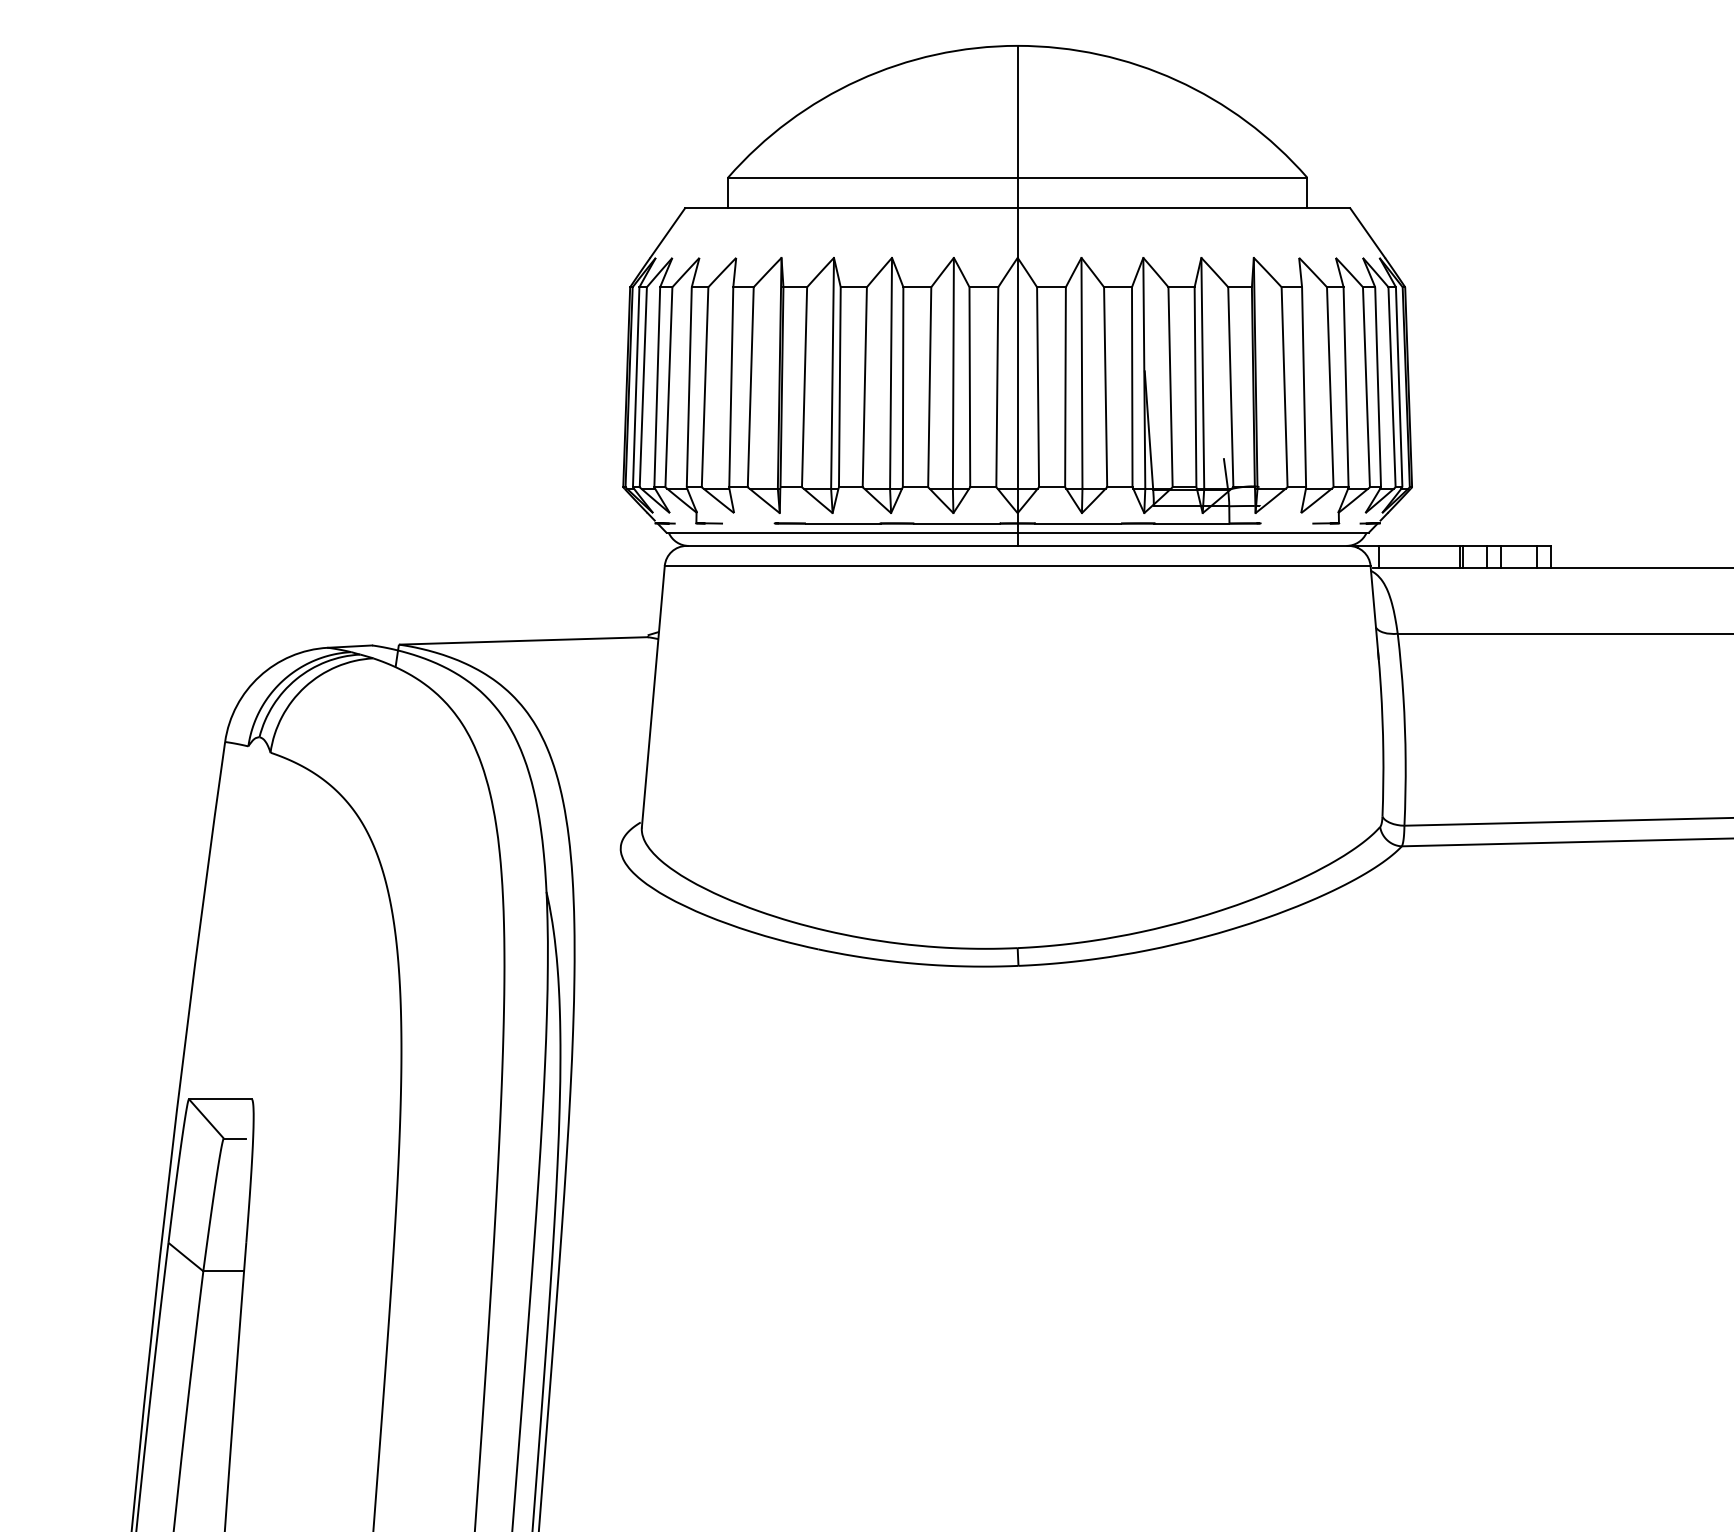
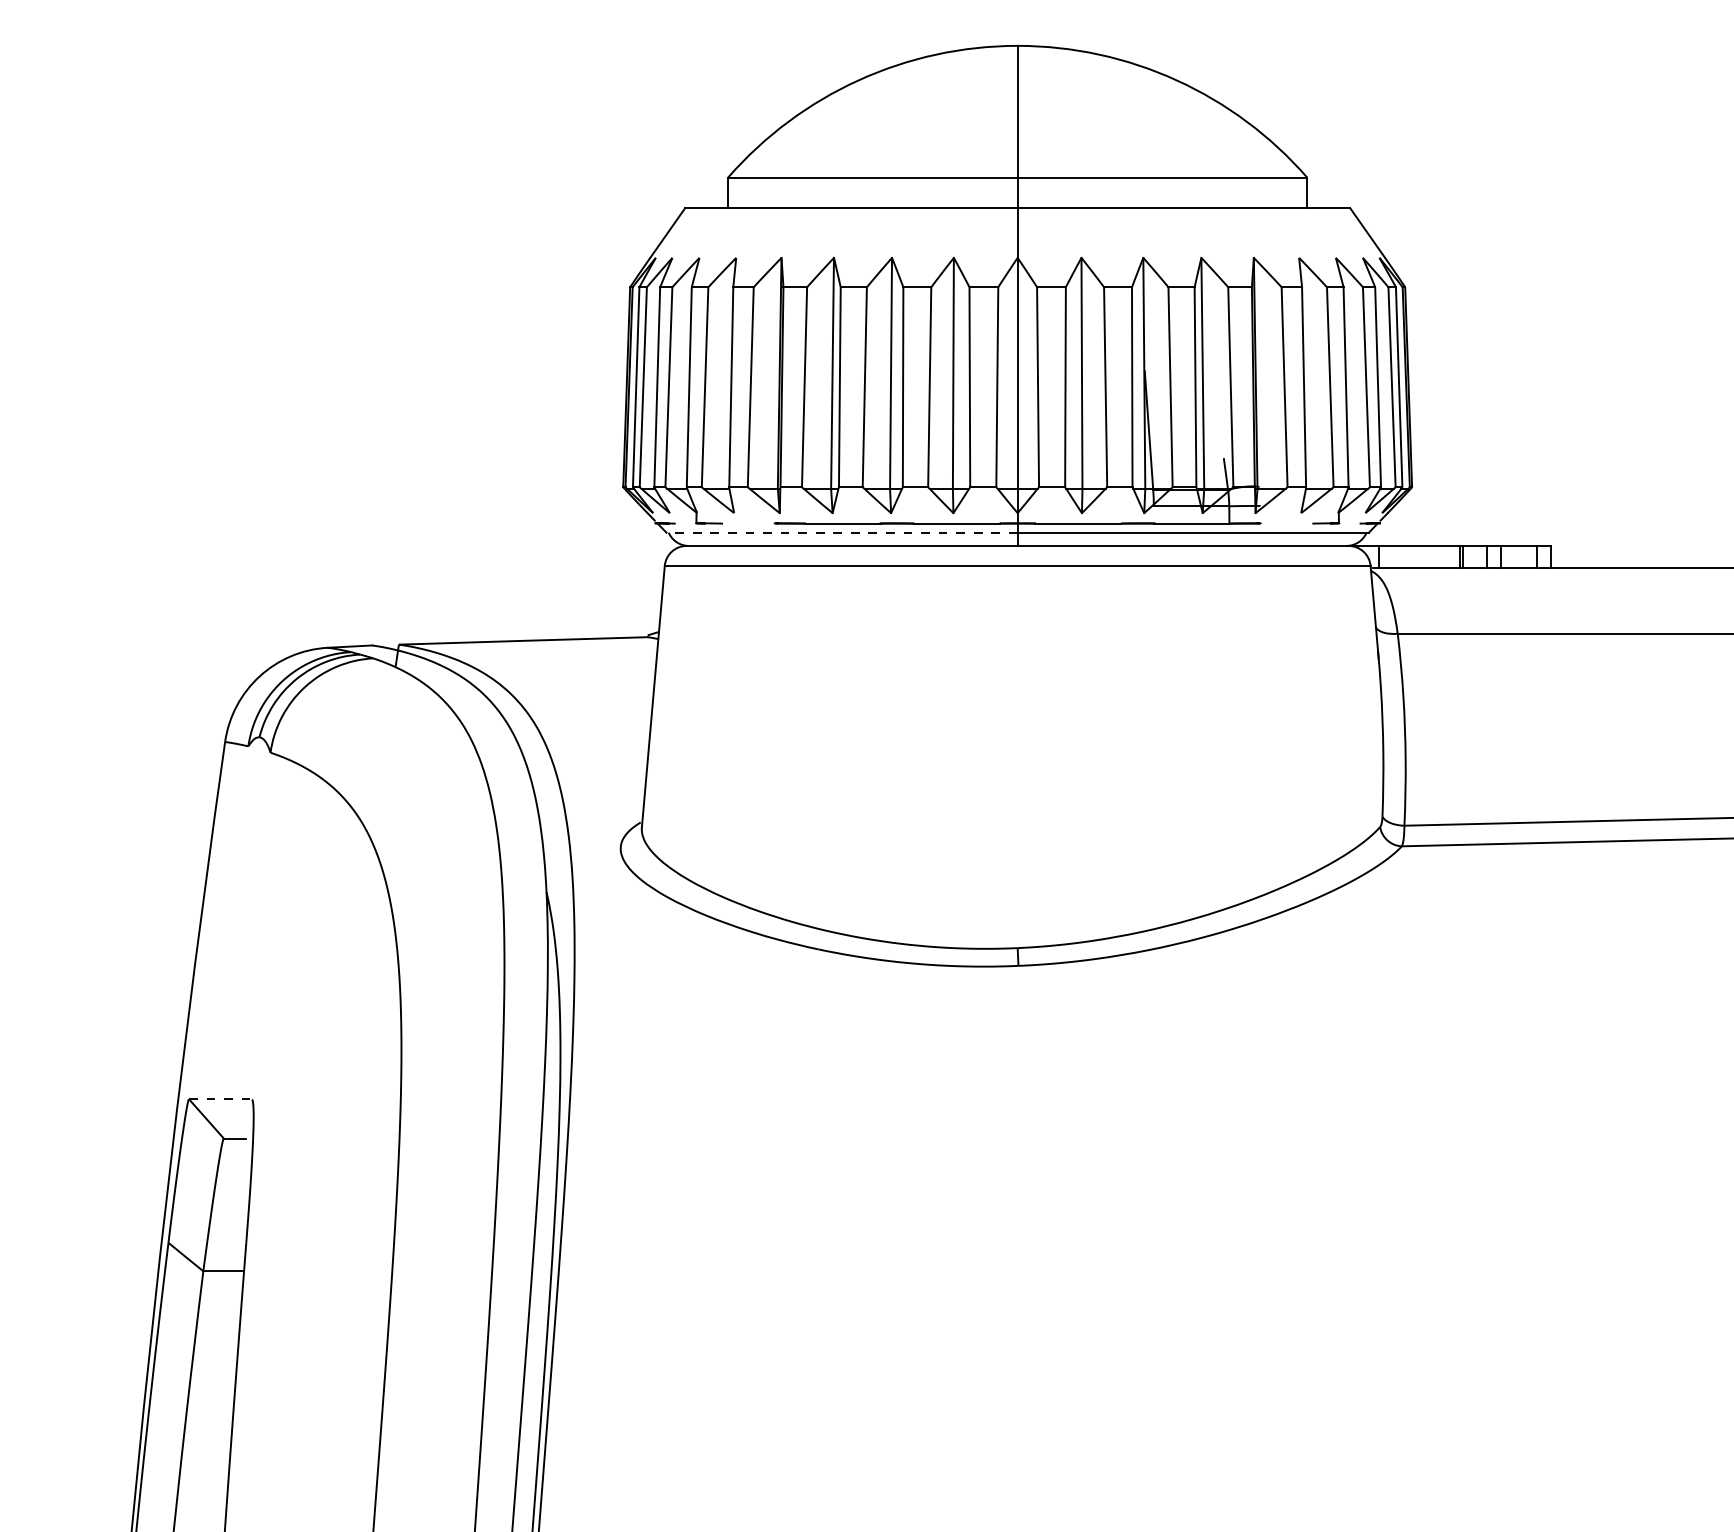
line at (842, 532): solid -> dashed
line at (220, 1099): solid -> dashed
